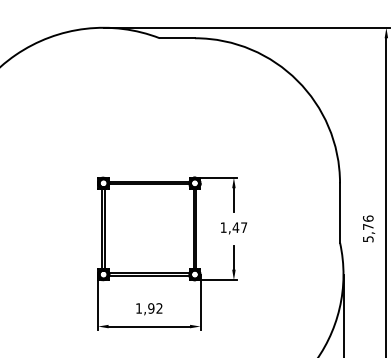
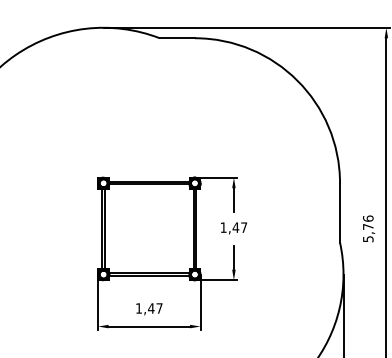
text at (154, 308): 1,92 -> 1,47
